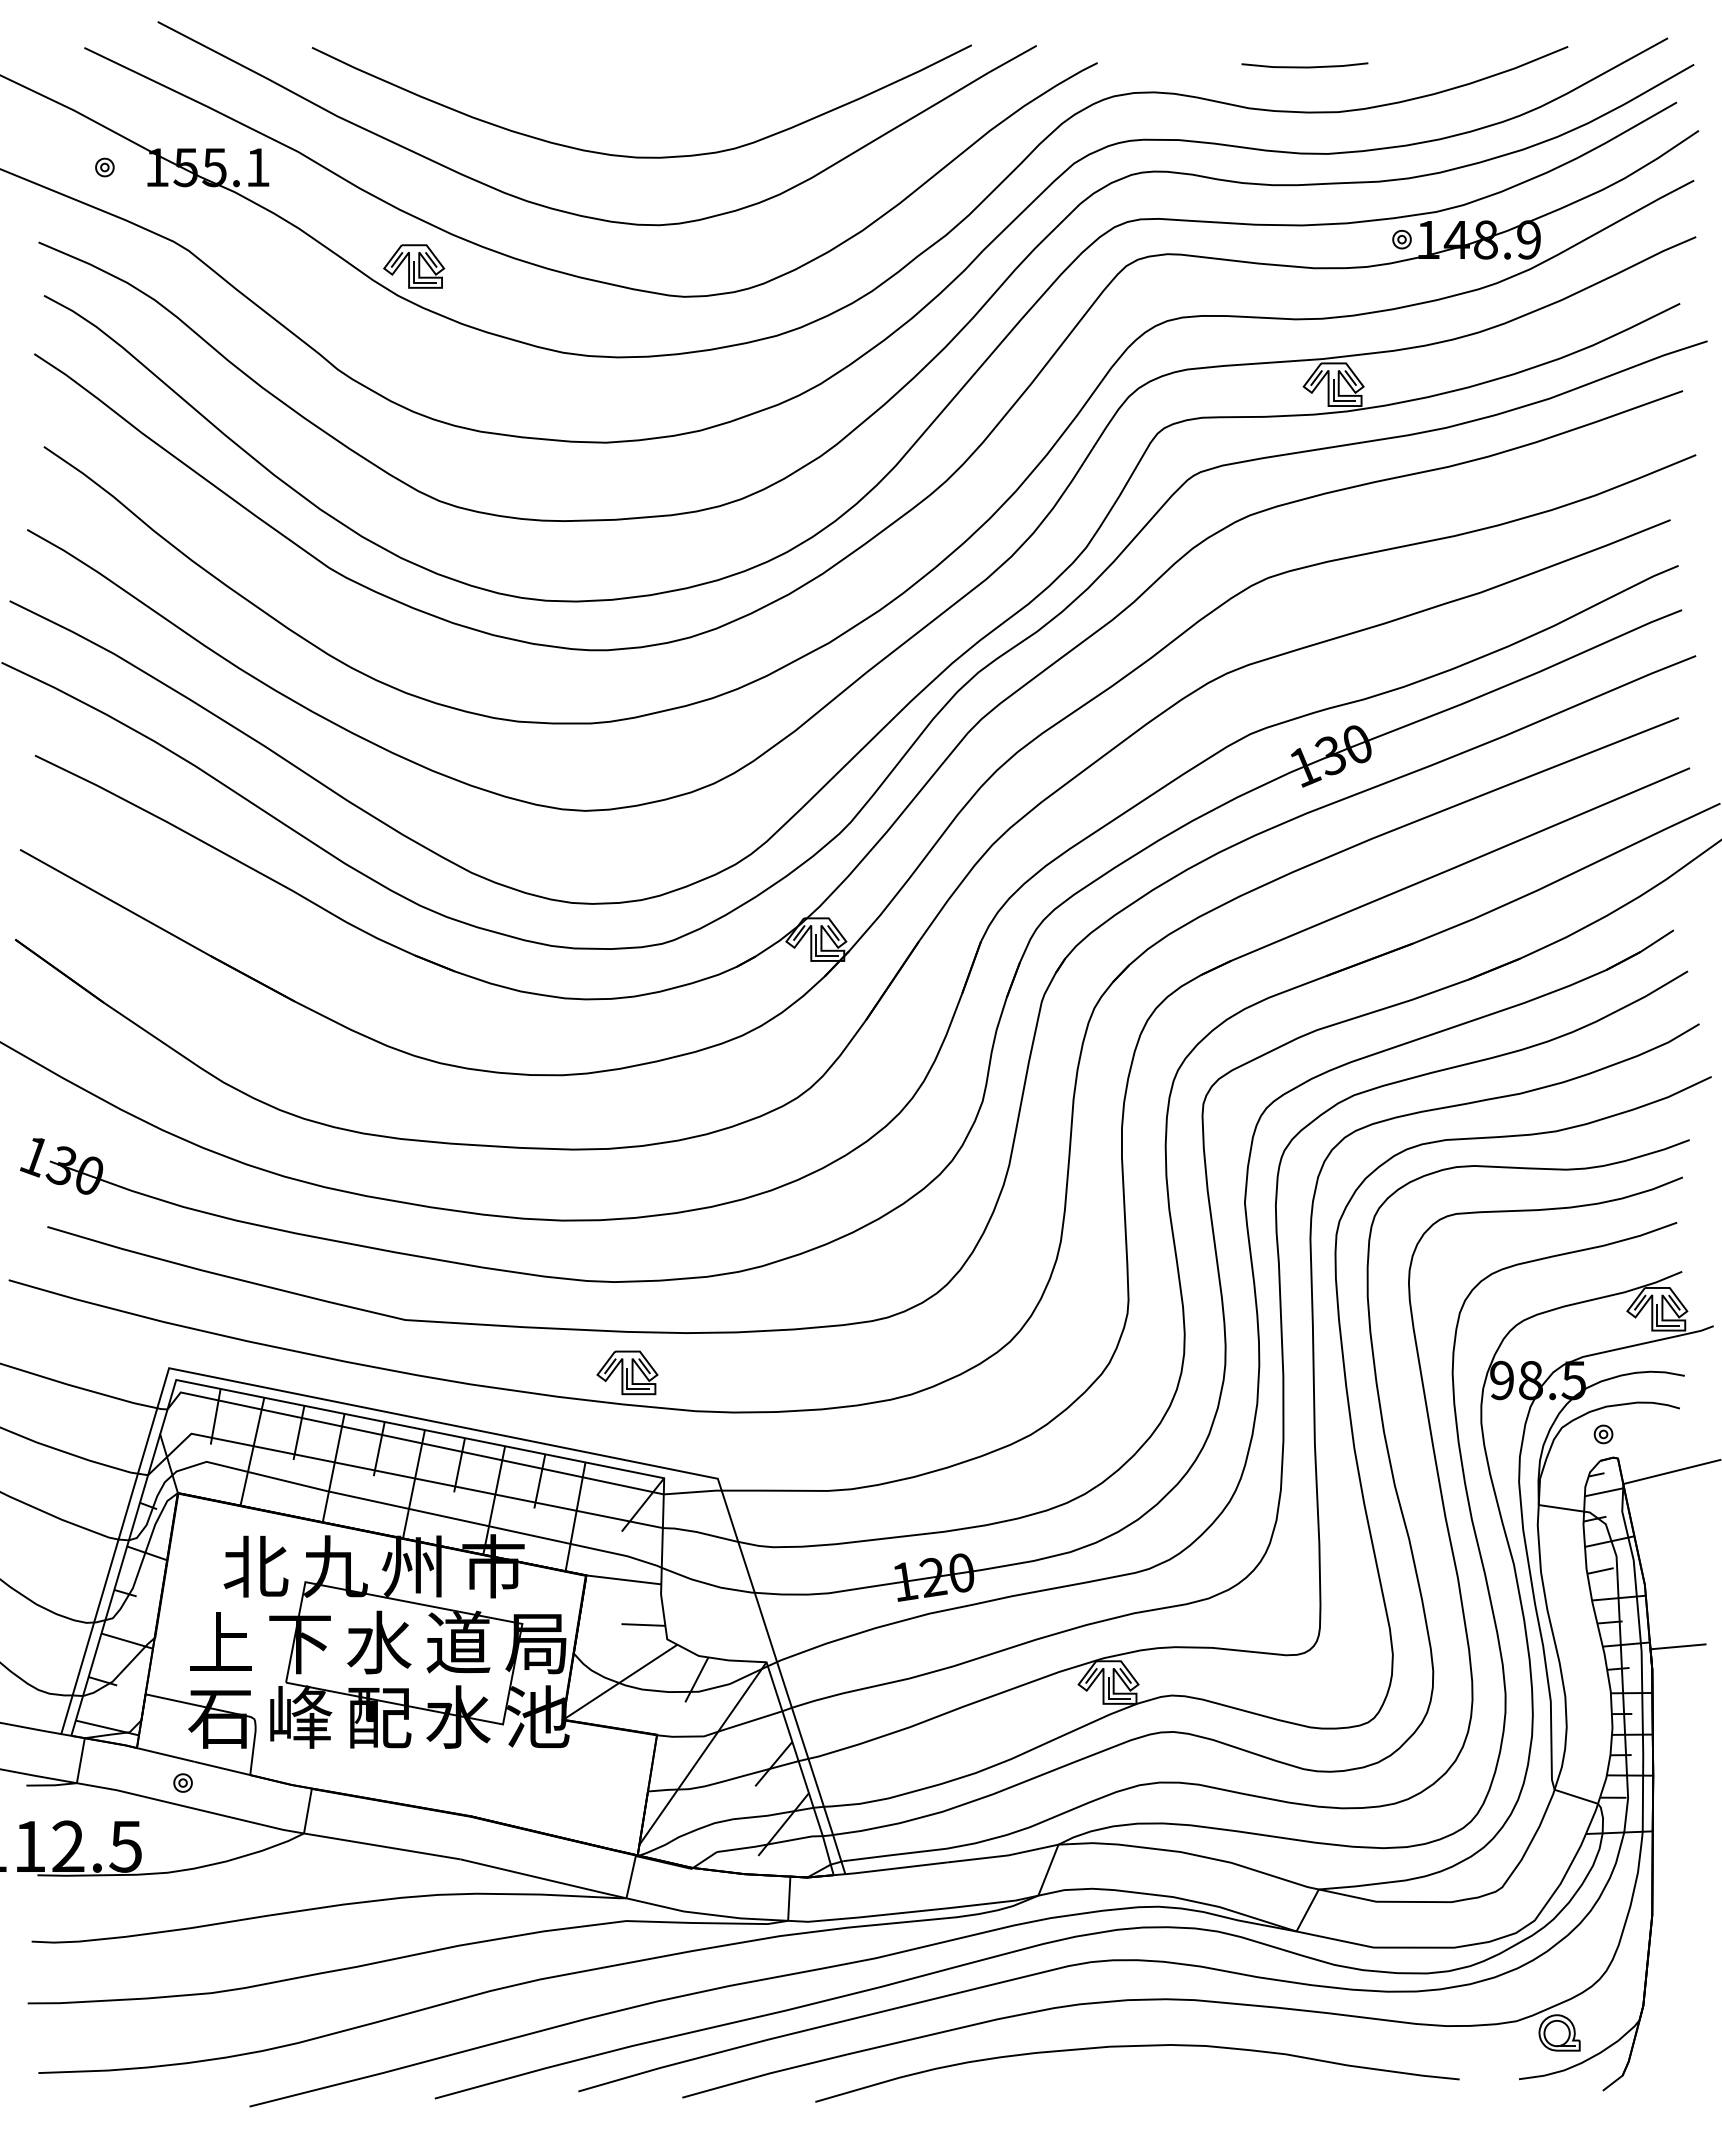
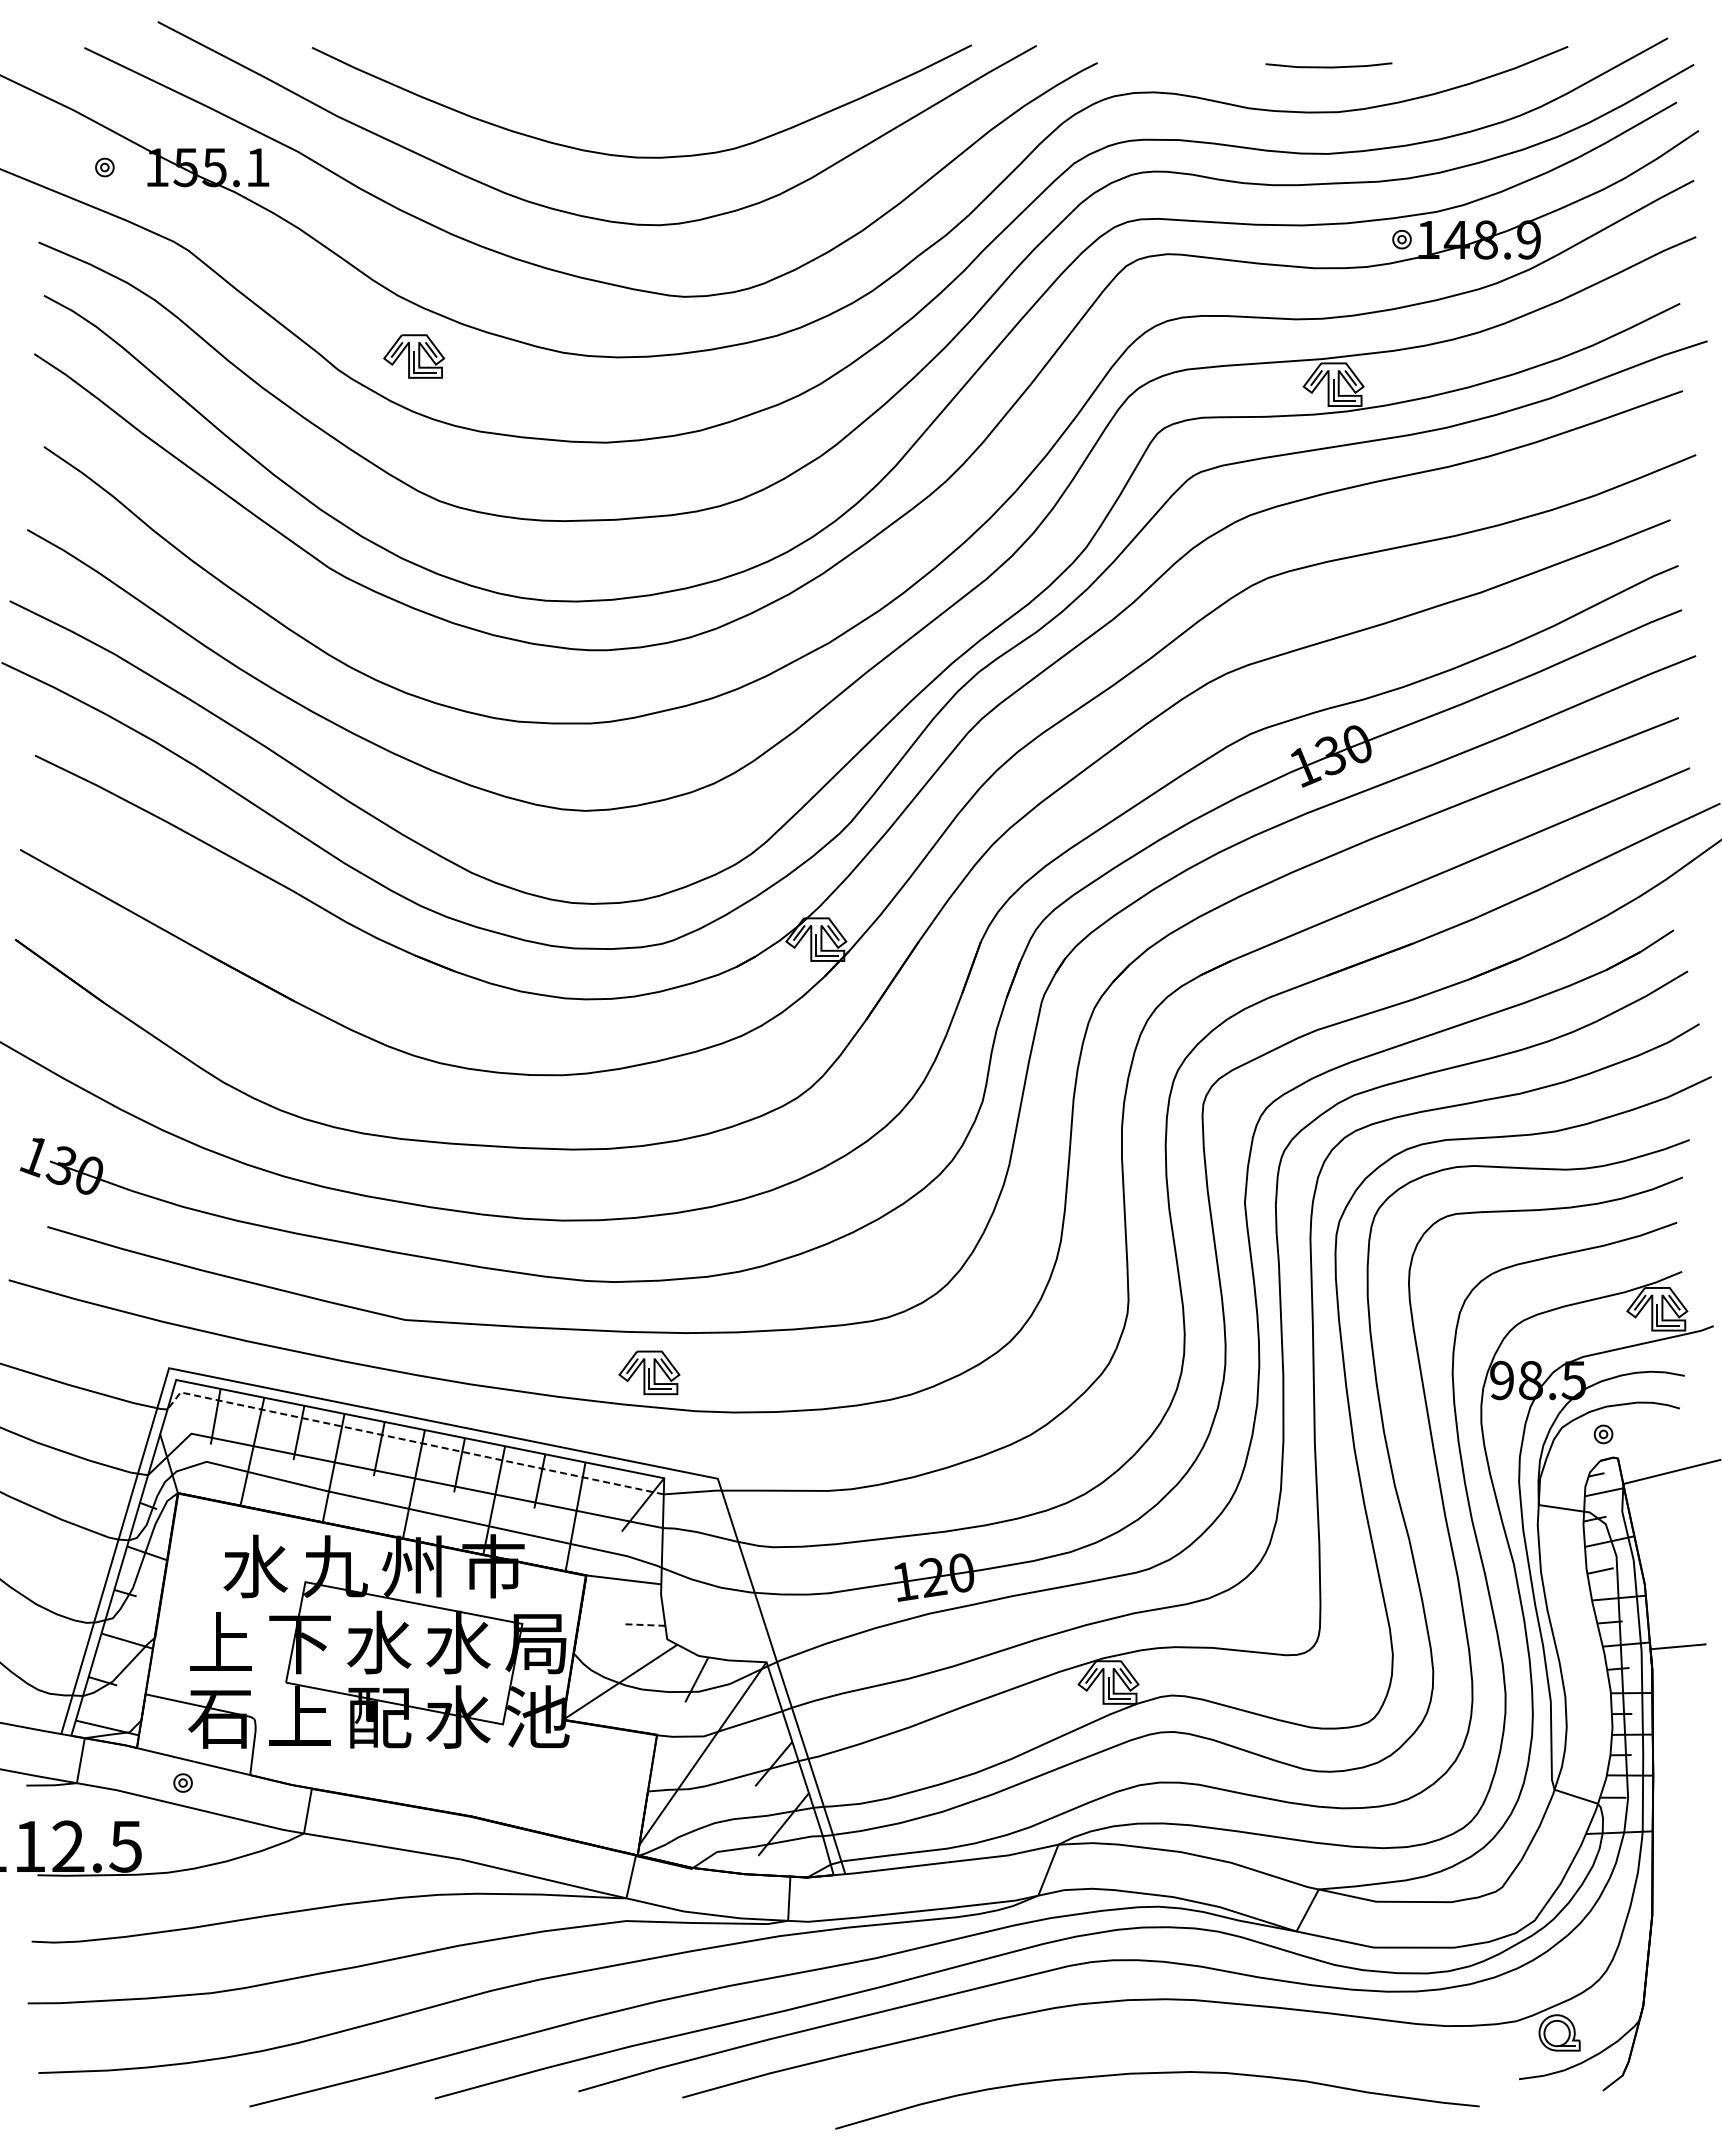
line at (1304, 66) position: (1304, 66) -> (1328, 66)
part at (414, 266) position: (414, 266) -> (414, 356)
part at (627, 1372) position: (627, 1372) -> (649, 1372)
line at (410, 1440): solid -> dashed
text at (255, 1566): 北 -> 水
line at (643, 1624): solid -> dashed
text at (458, 1642): 道 -> 水
text at (300, 1716): 峰 -> 上
curve at (1137, 2046) position: (1137, 2046) -> (1157, 2073)
